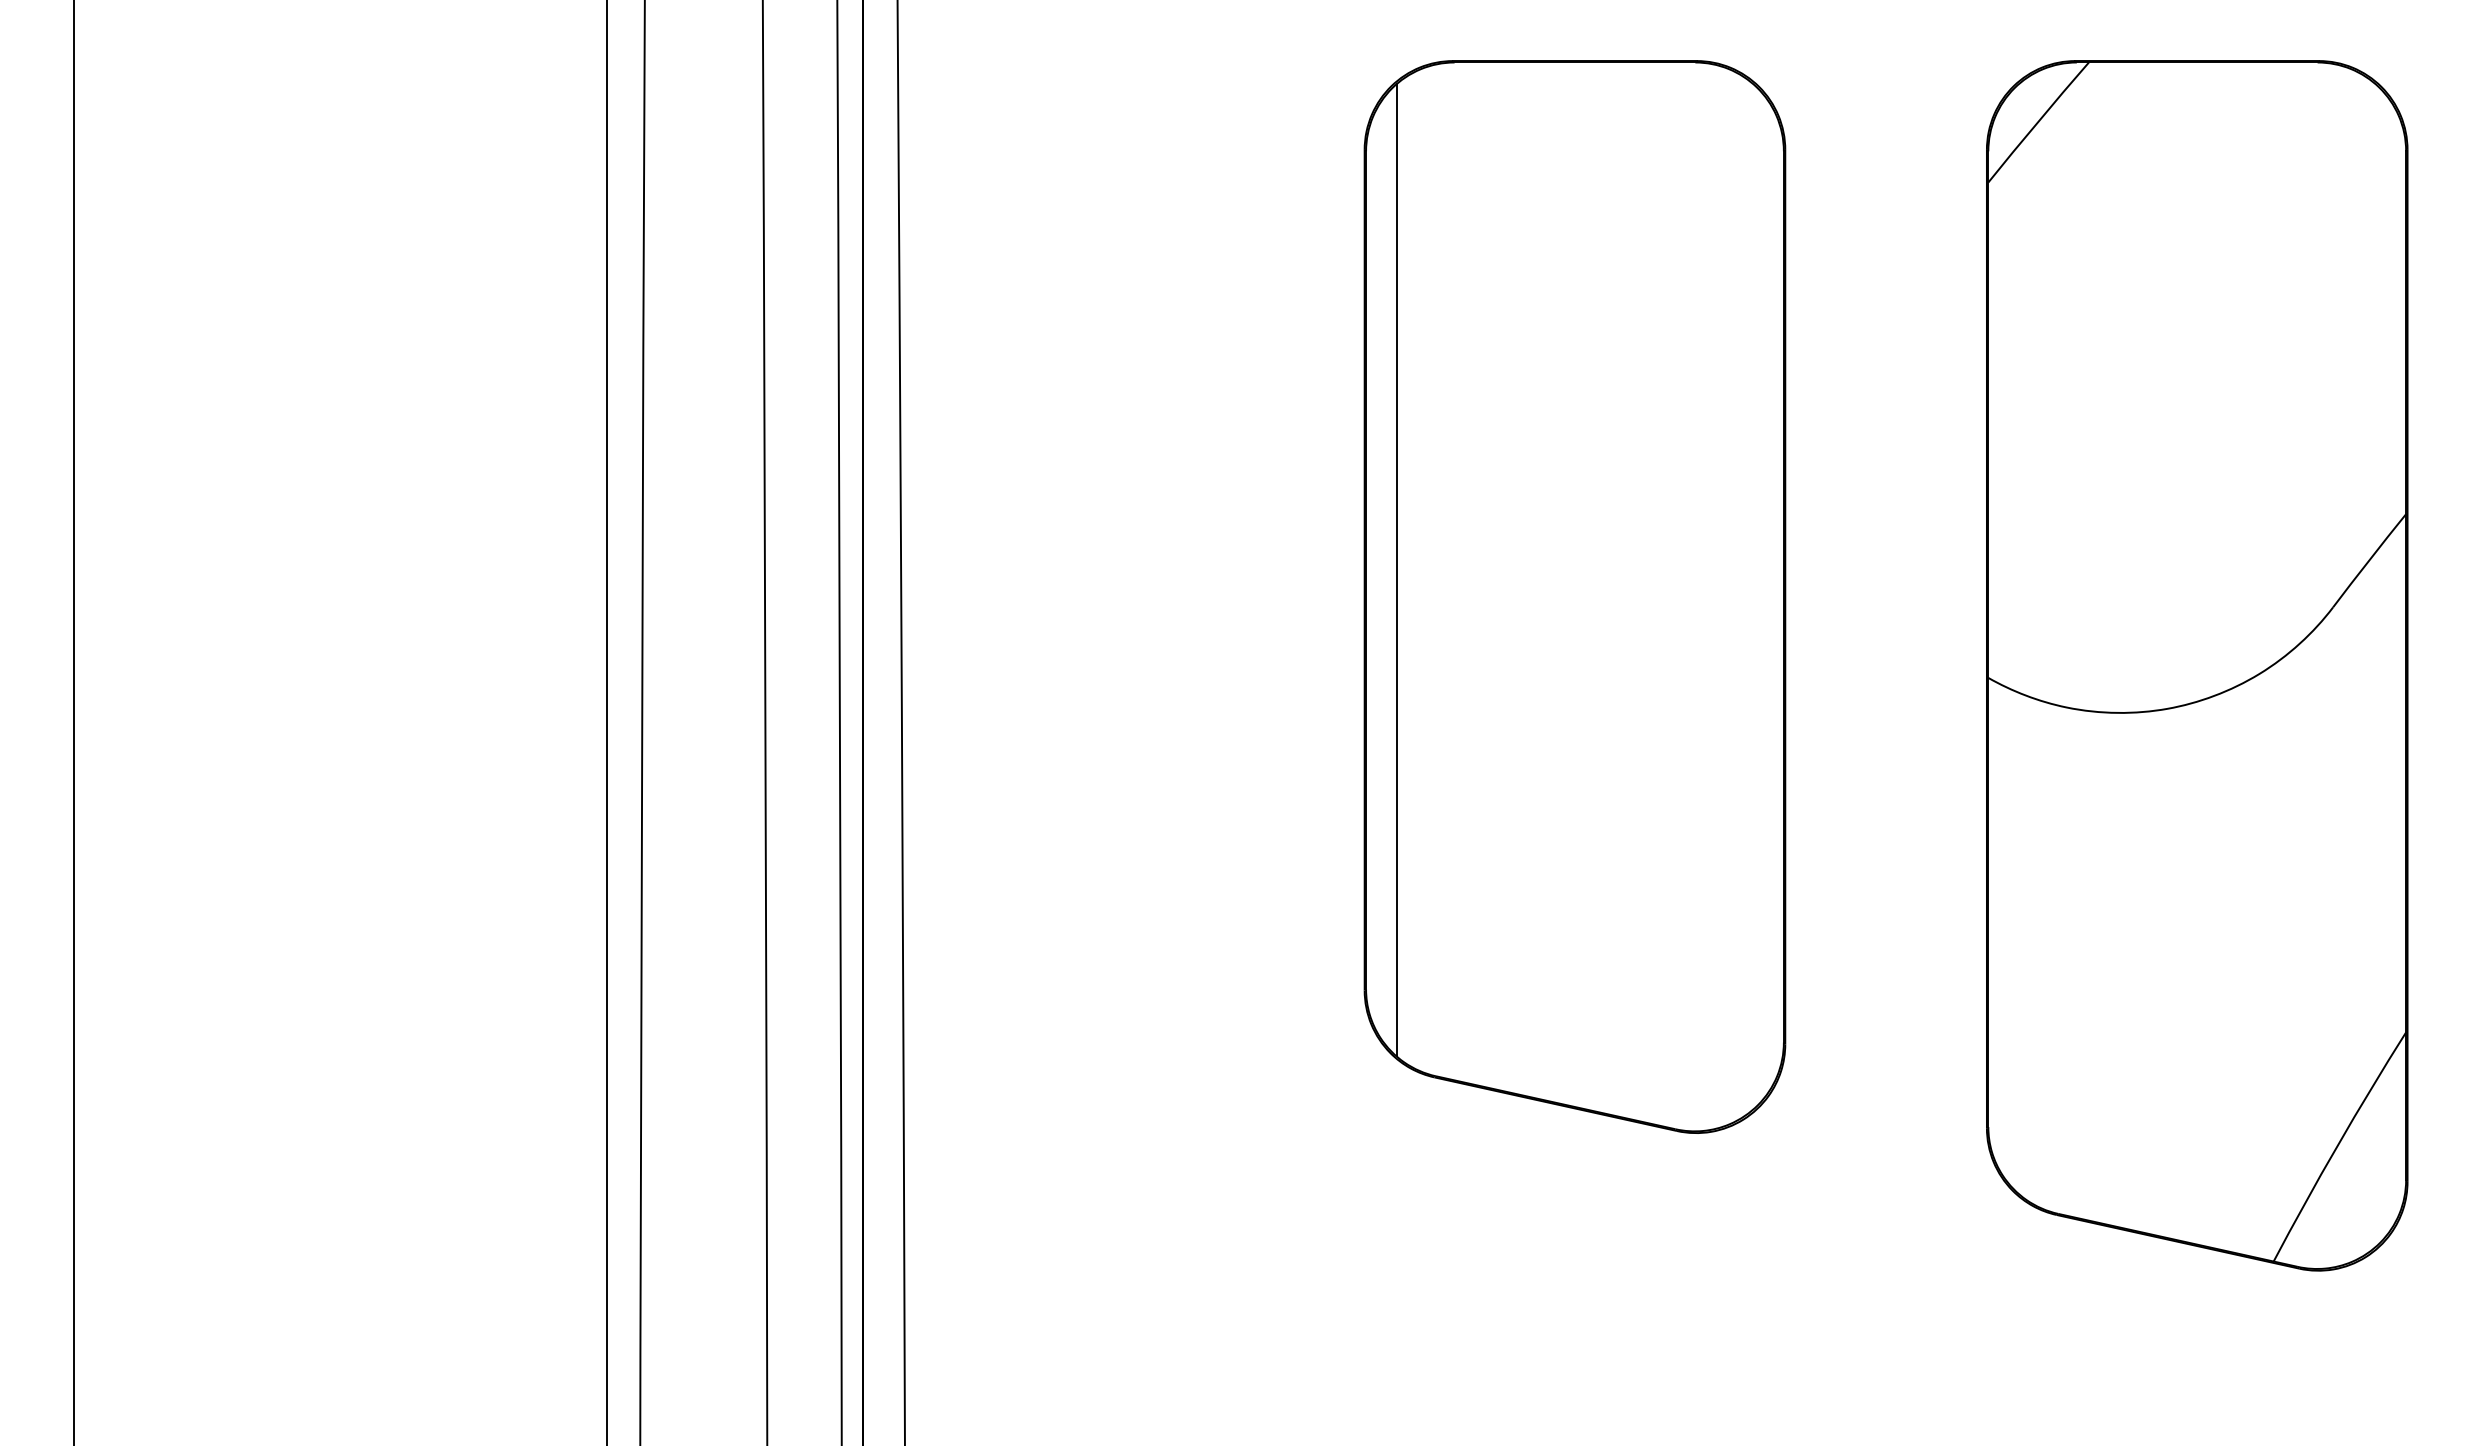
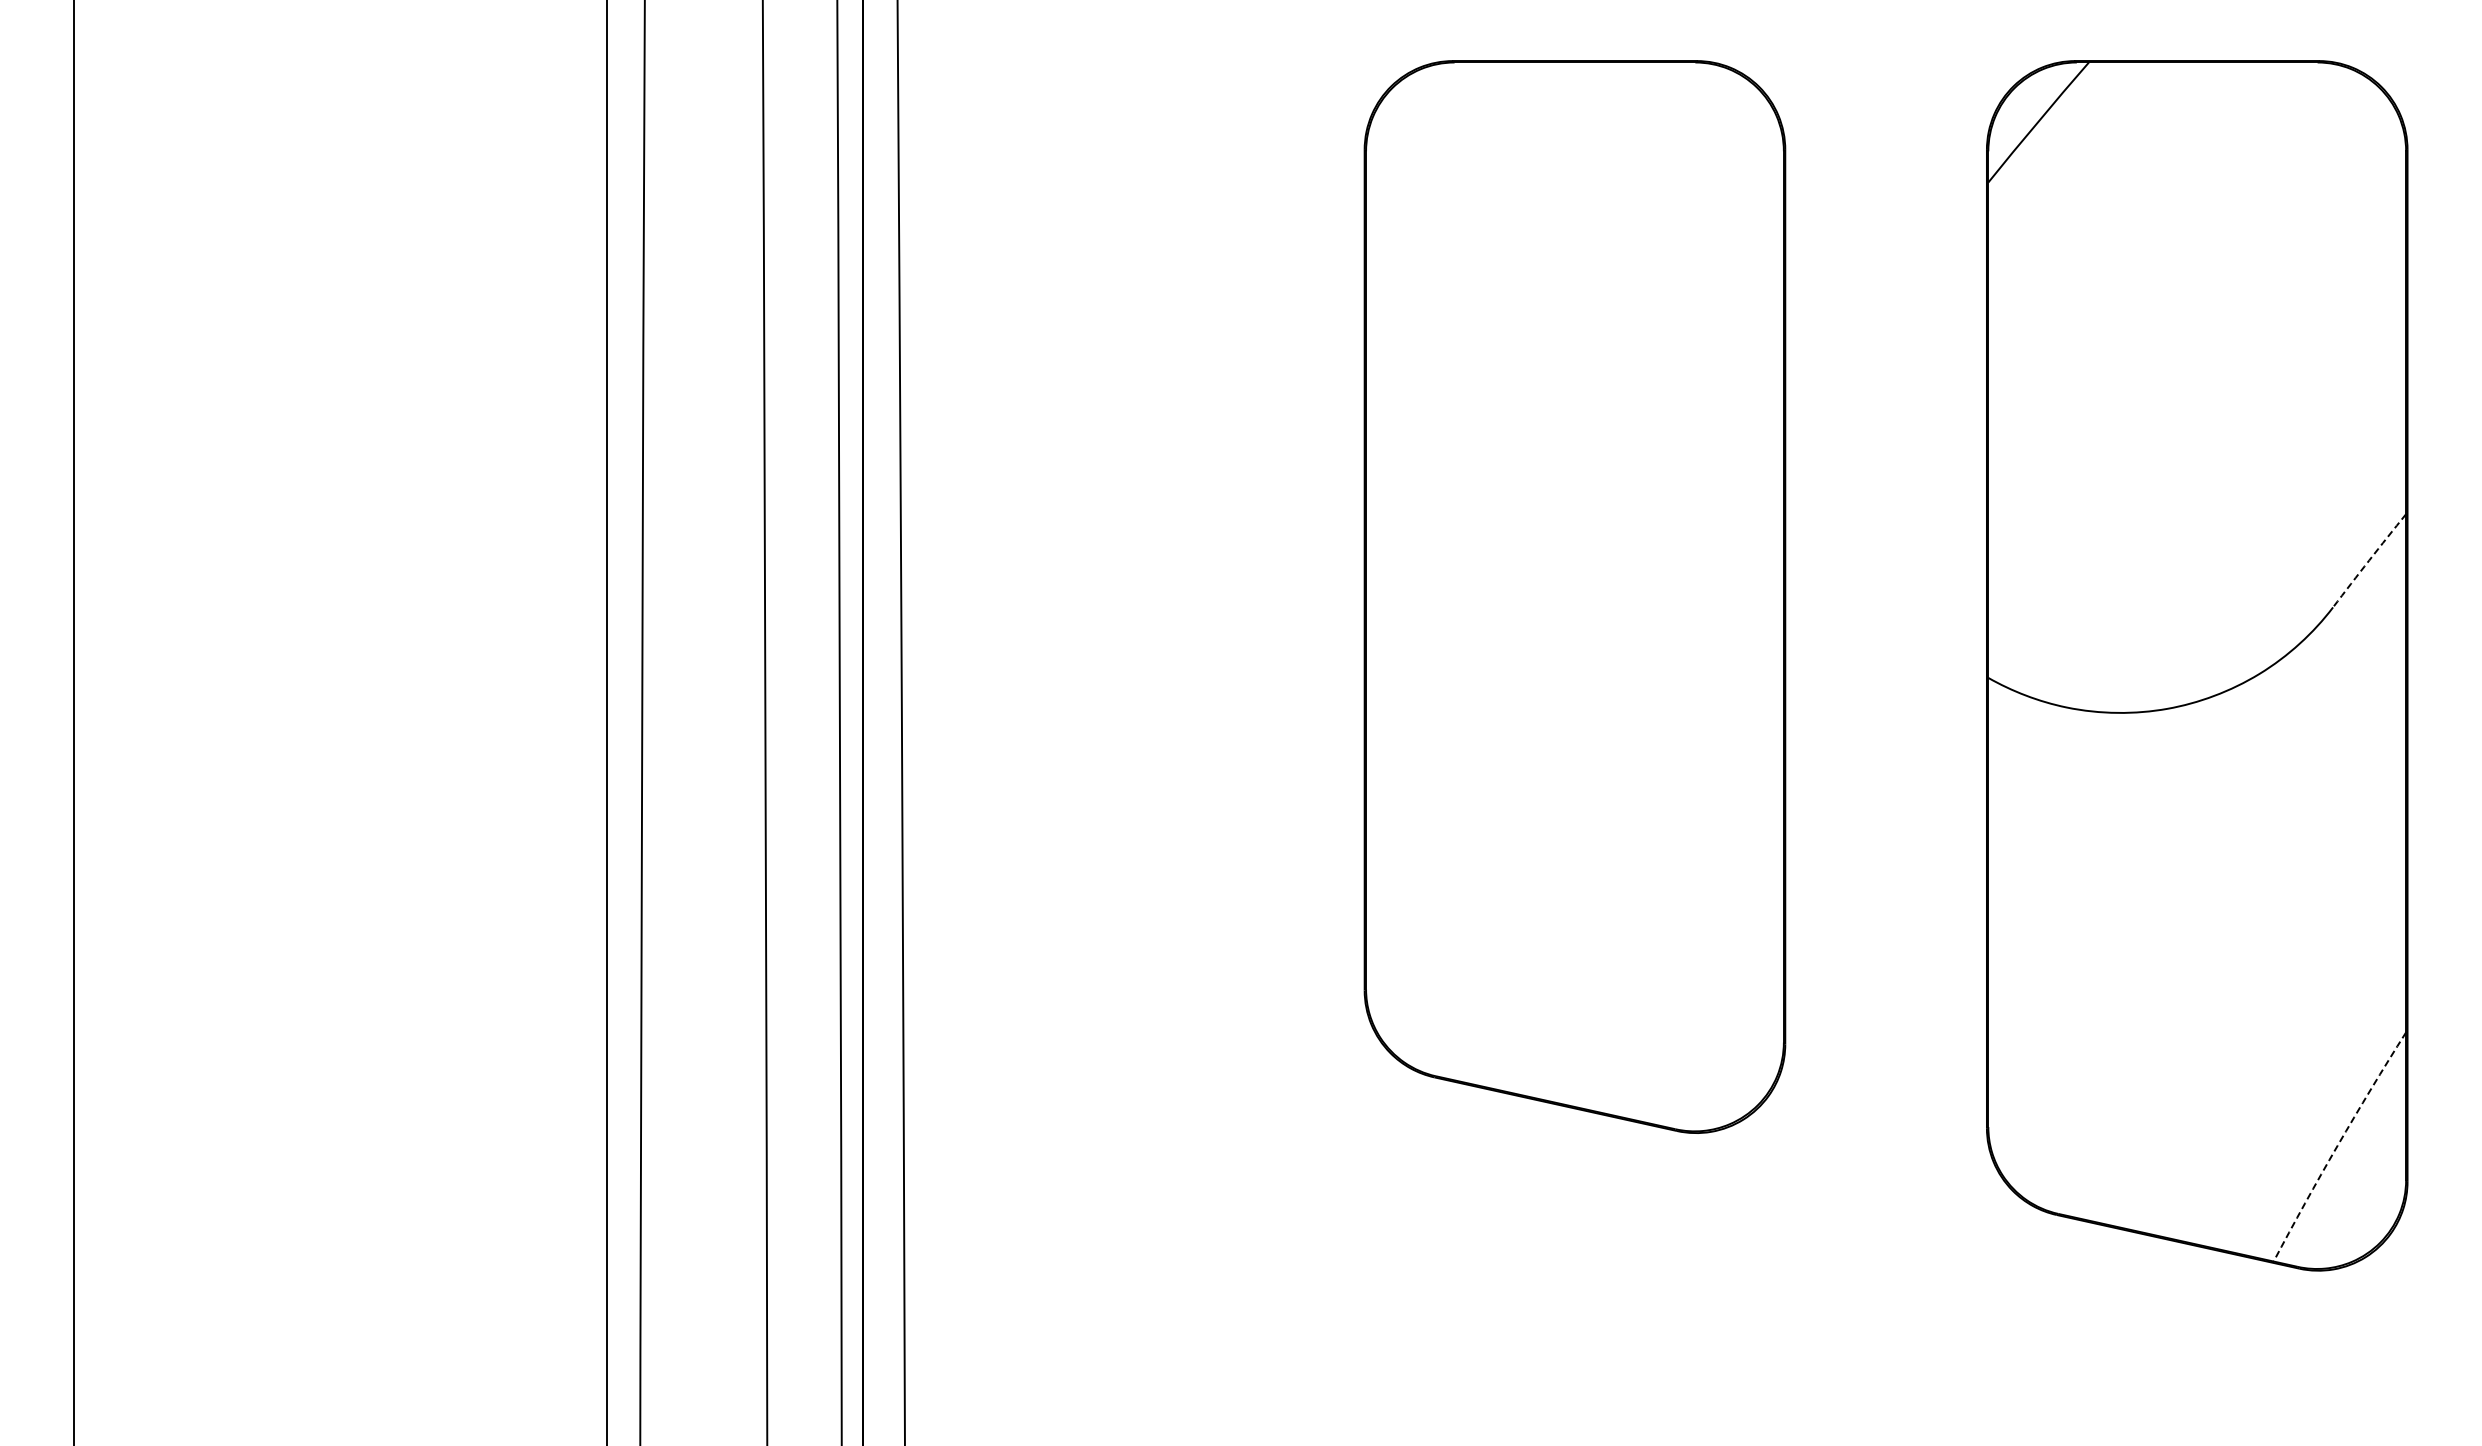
arc at (2369, 560): solid -> dashed
line at (1396, 570): present -> none
arc at (2337, 1145): solid -> dashed
